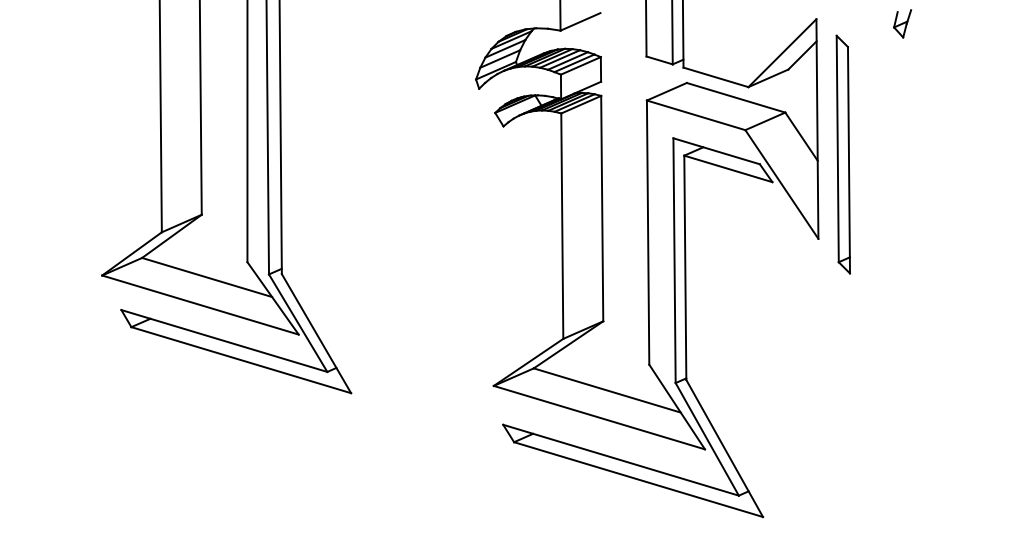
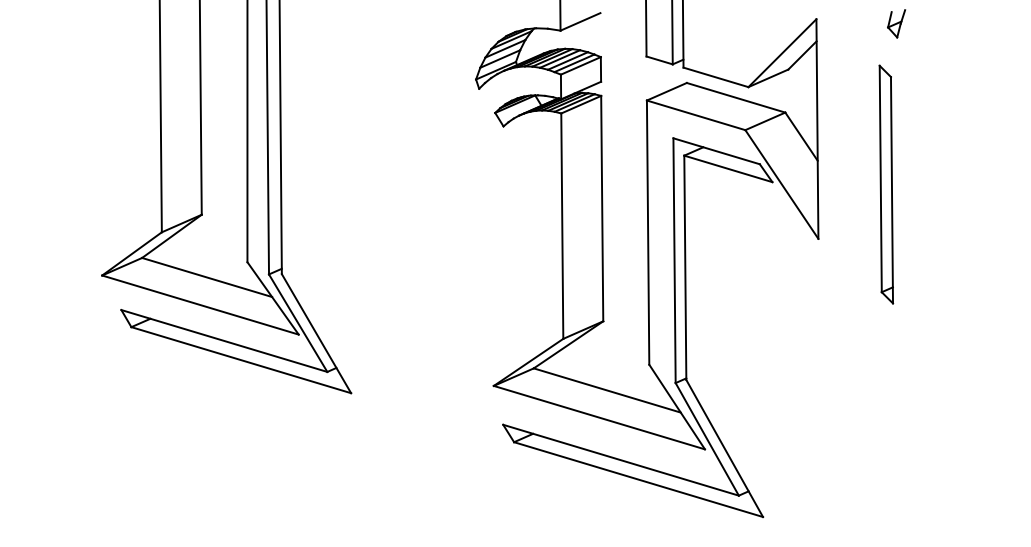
part at (902, 23) position: (902, 23) -> (896, 23)
part at (843, 154) position: (843, 154) -> (886, 184)
